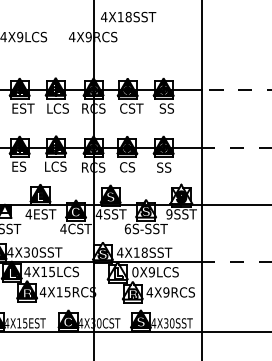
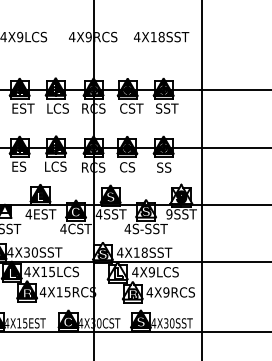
text at (128, 17) position: (128, 17) -> (161, 37)
line at (235, 90): dashed -> solid
text at (167, 108): SS -> SST
line at (236, 148): dashed -> solid
text at (127, 228): 6S-SST -> 4S-SST
line at (236, 261): dashed -> solid
text at (135, 272): 0X9LCS -> 4X9LCS
